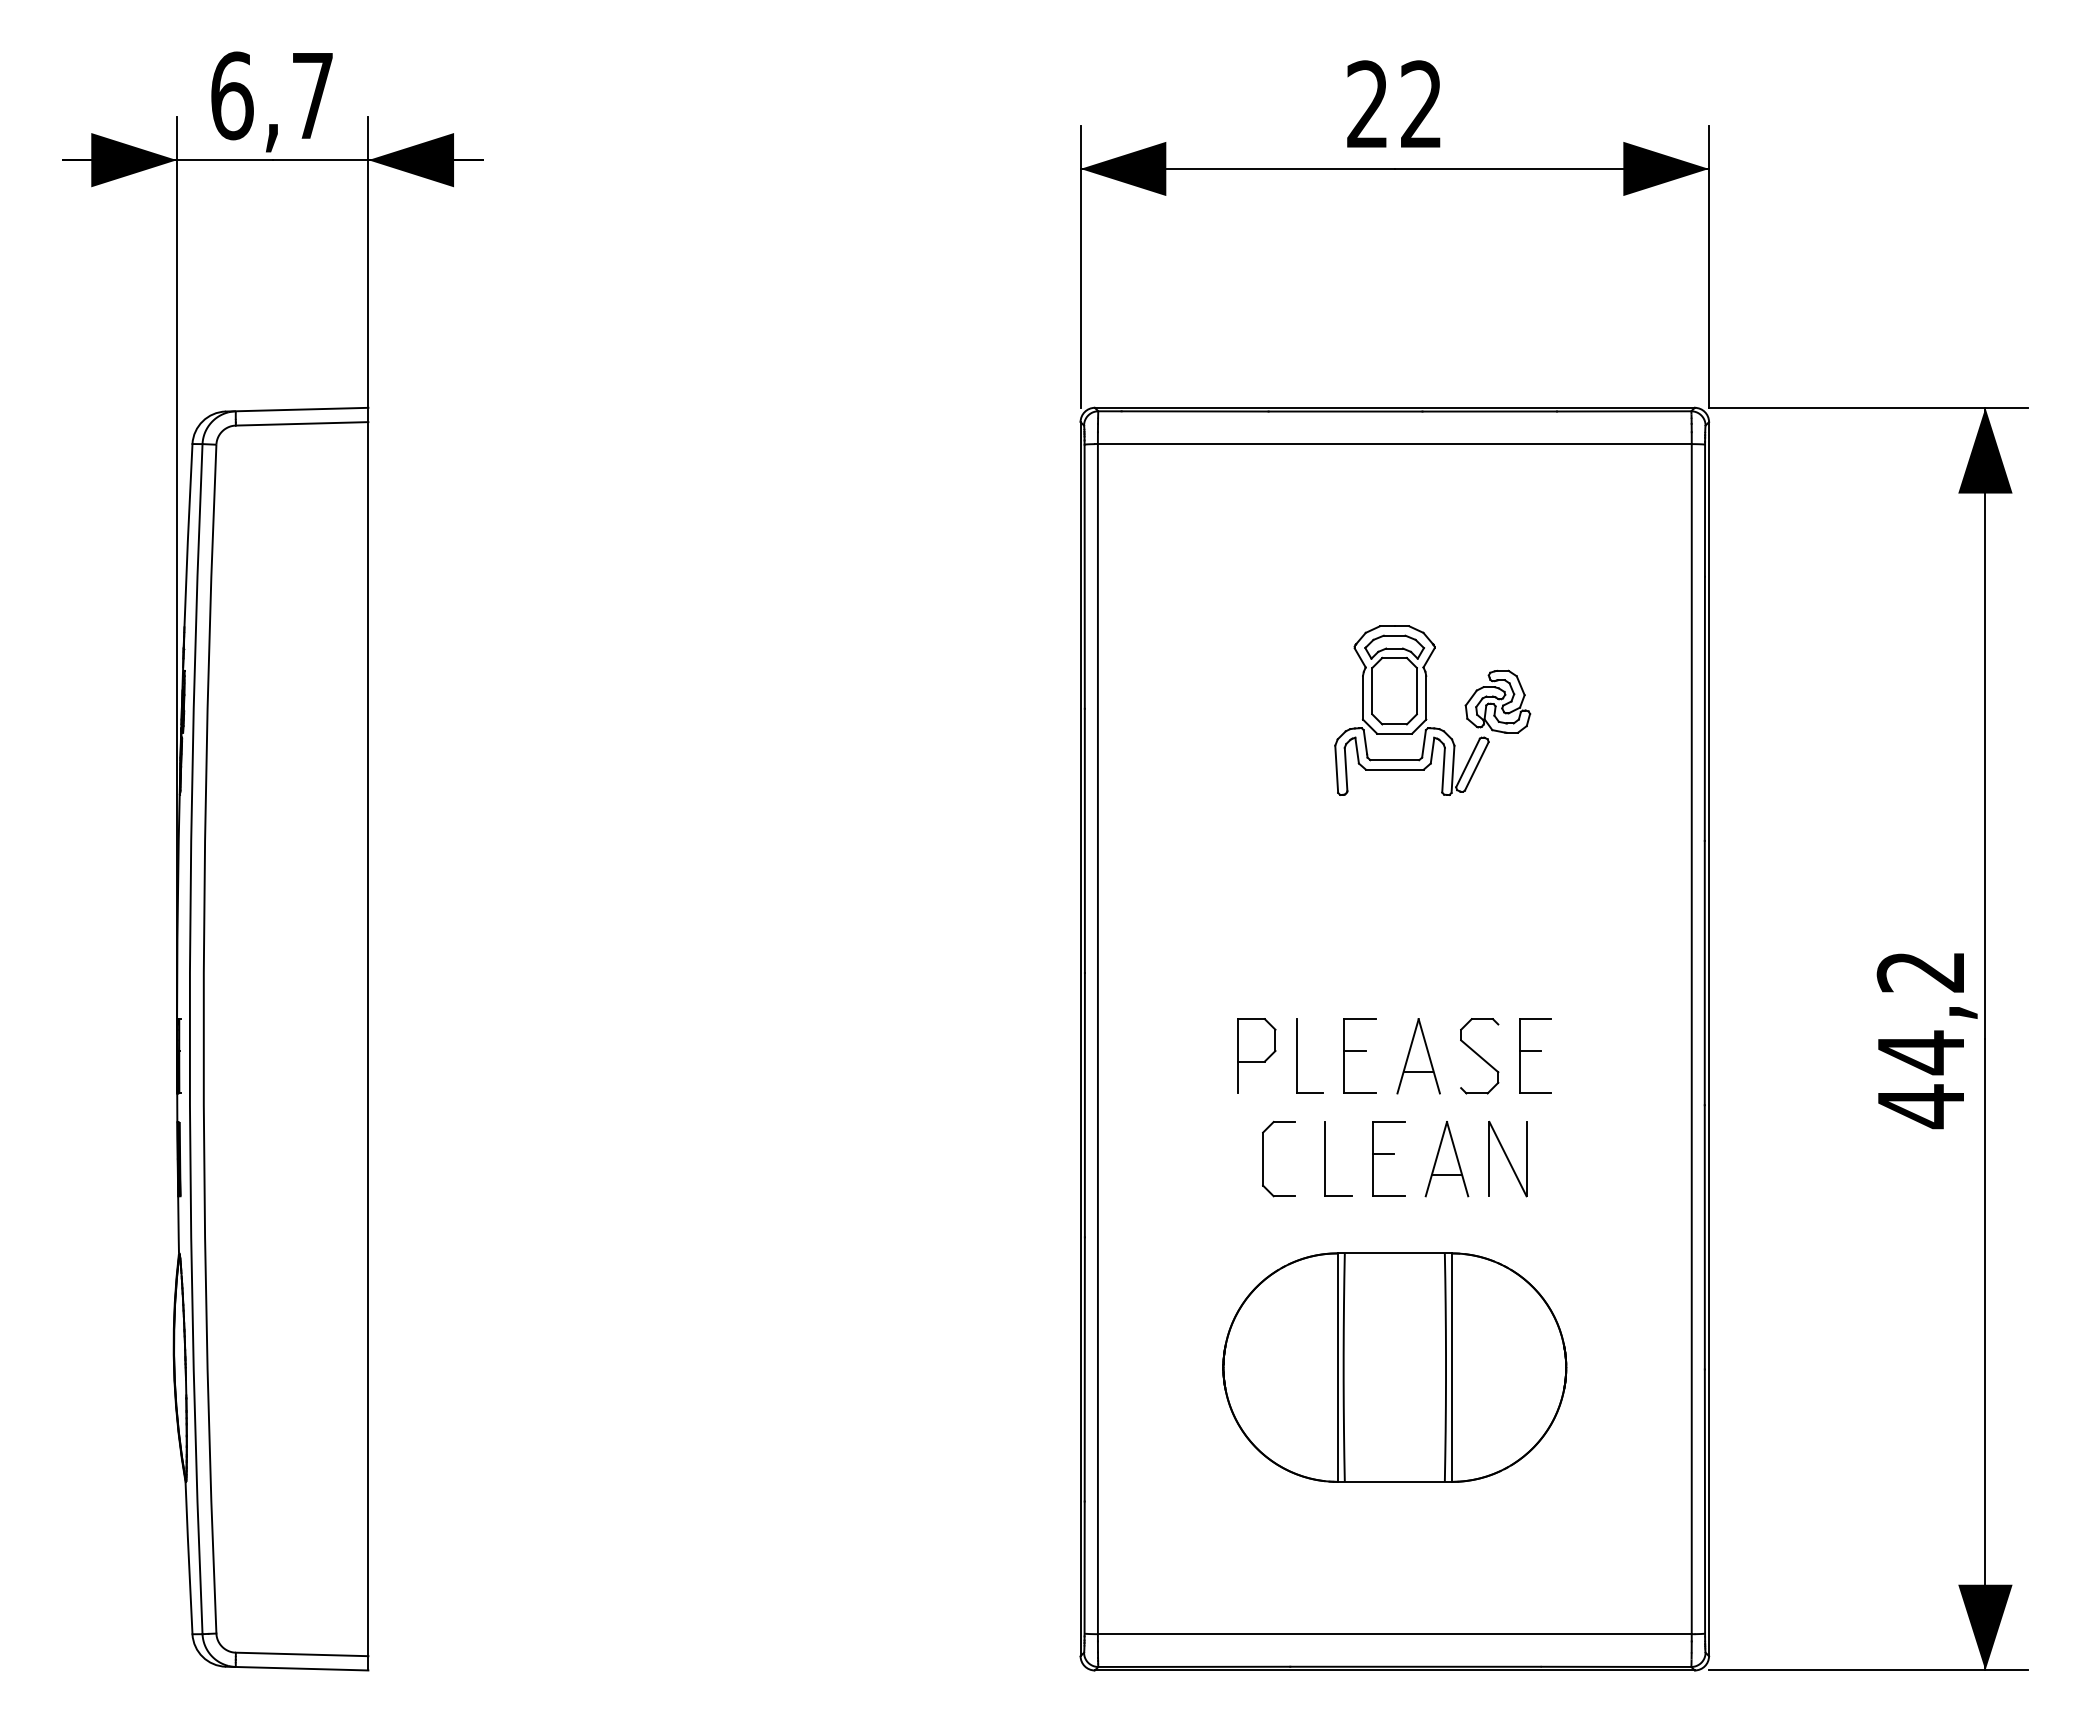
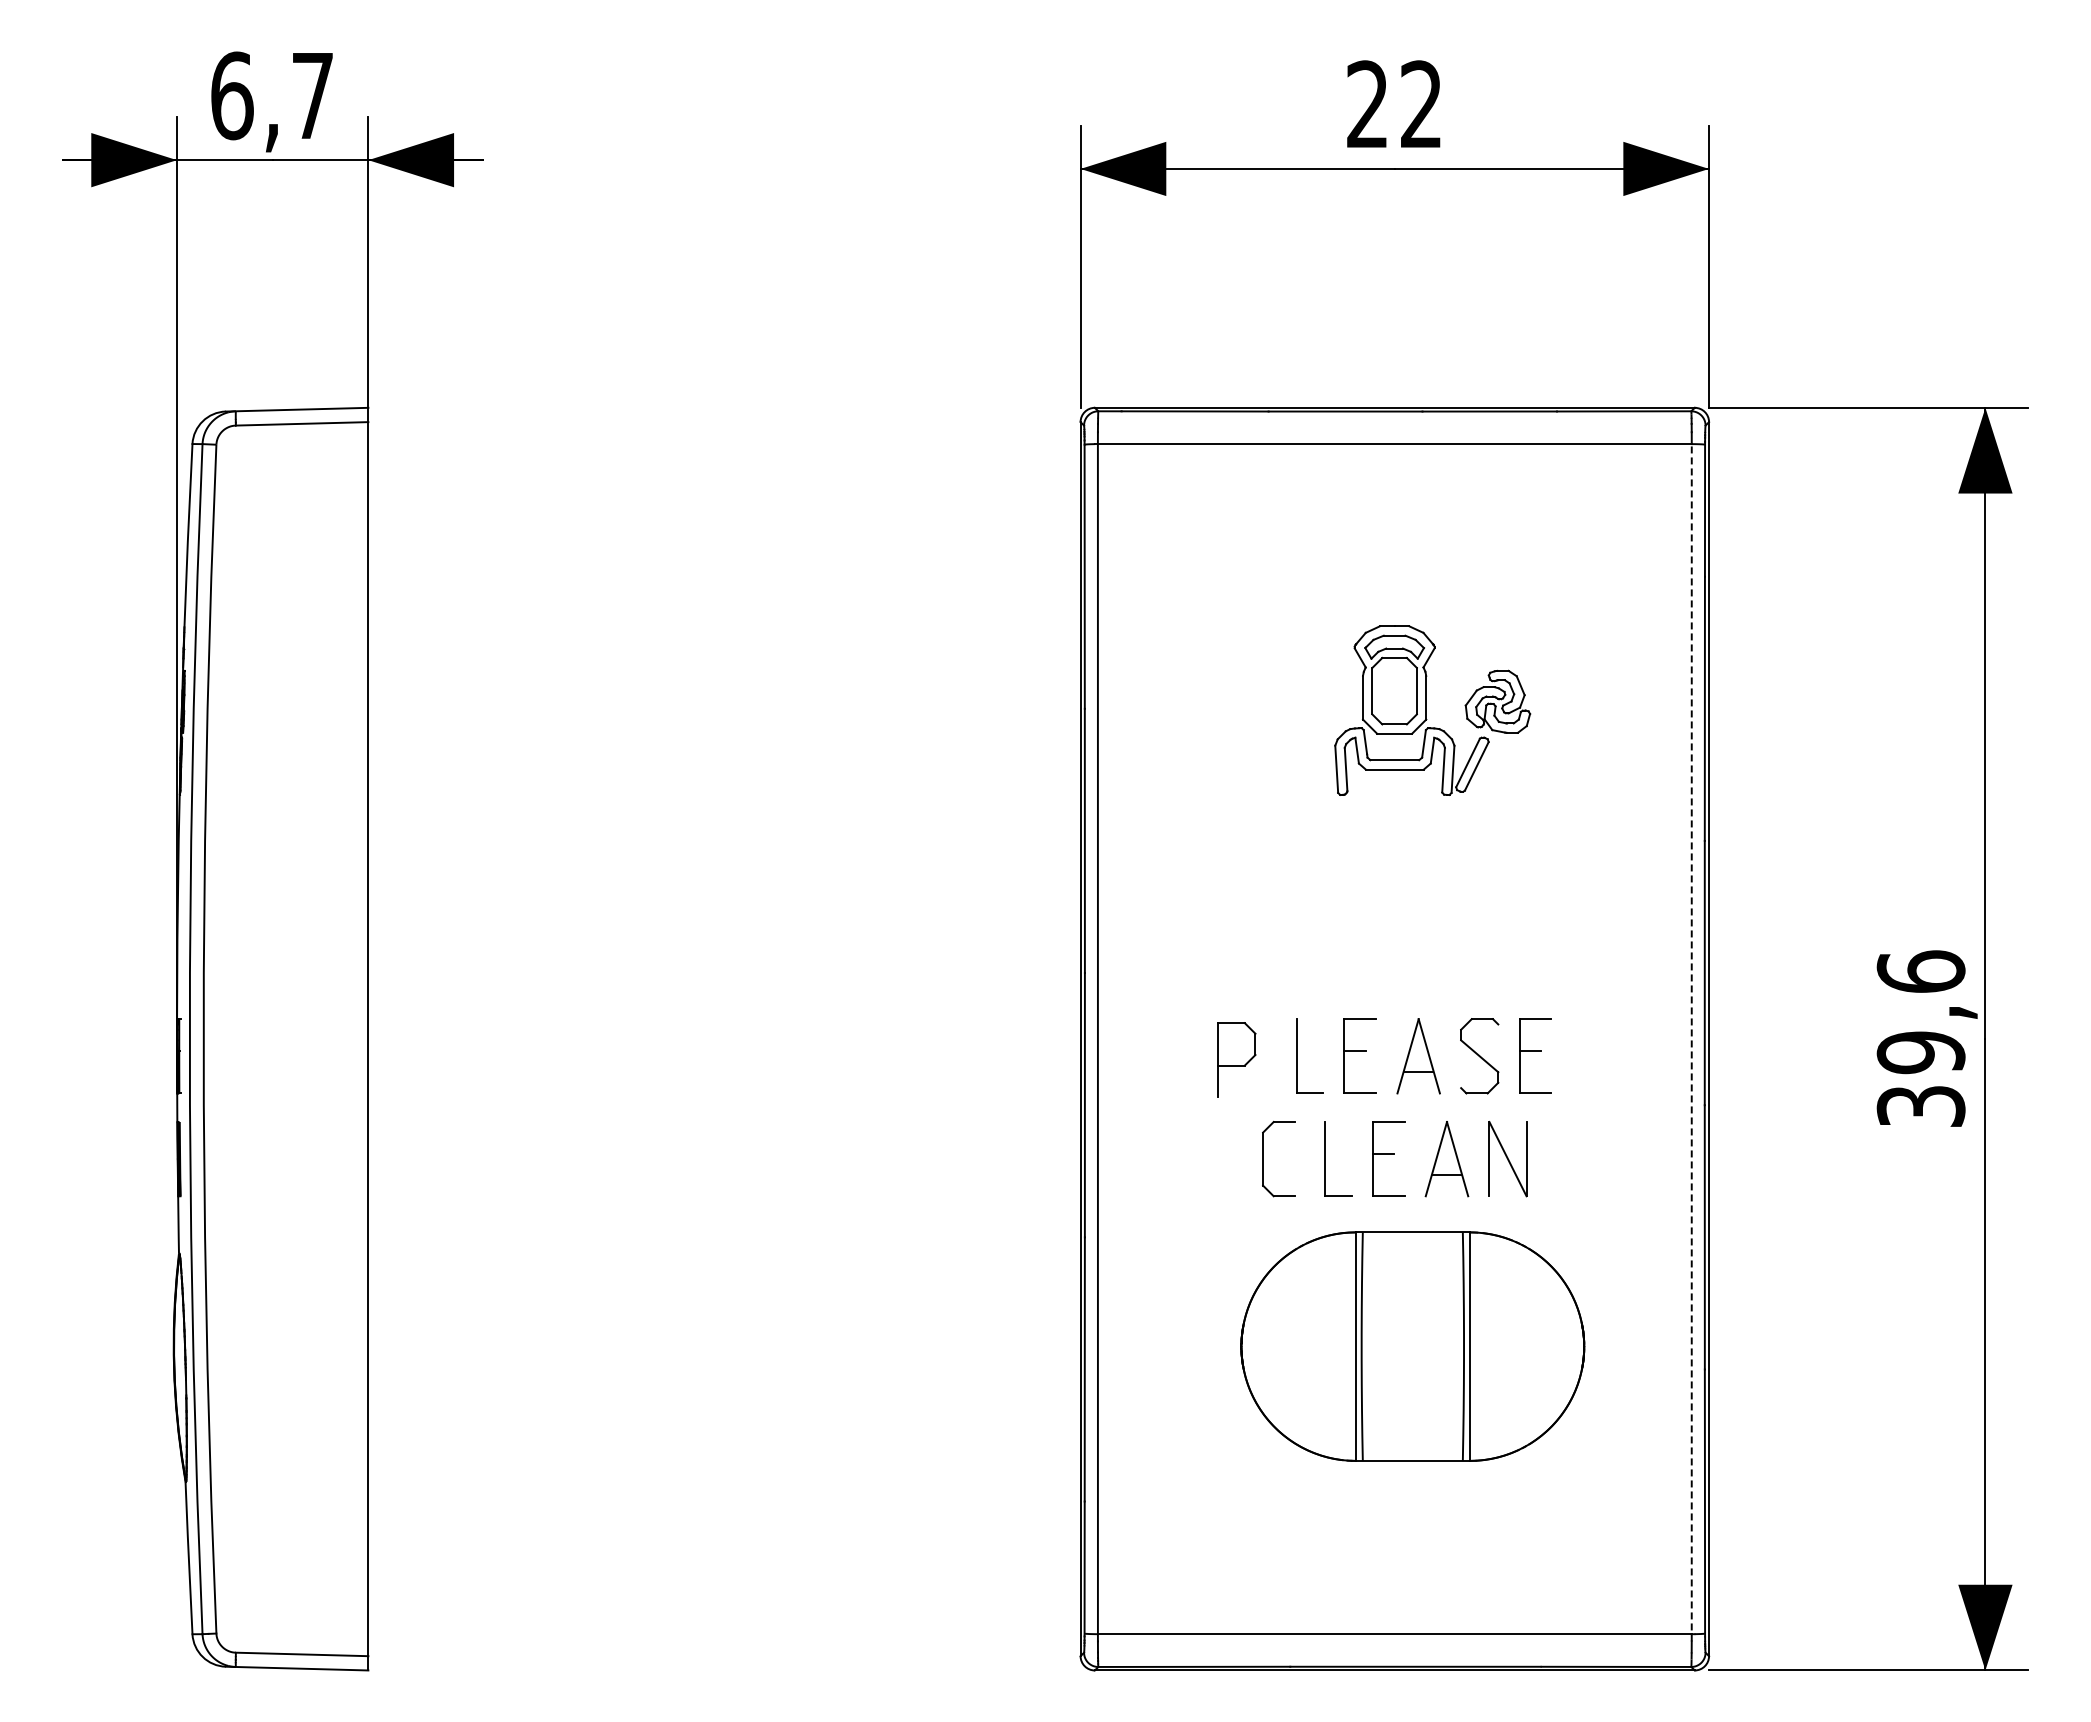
text at (1920, 1039): 44,2 -> 39,6
line at (1691, 1042): solid -> dashed
part at (1256, 1055) position: (1256, 1055) -> (1236, 1059)
part at (1394, 1367) position: (1394, 1367) -> (1412, 1346)
